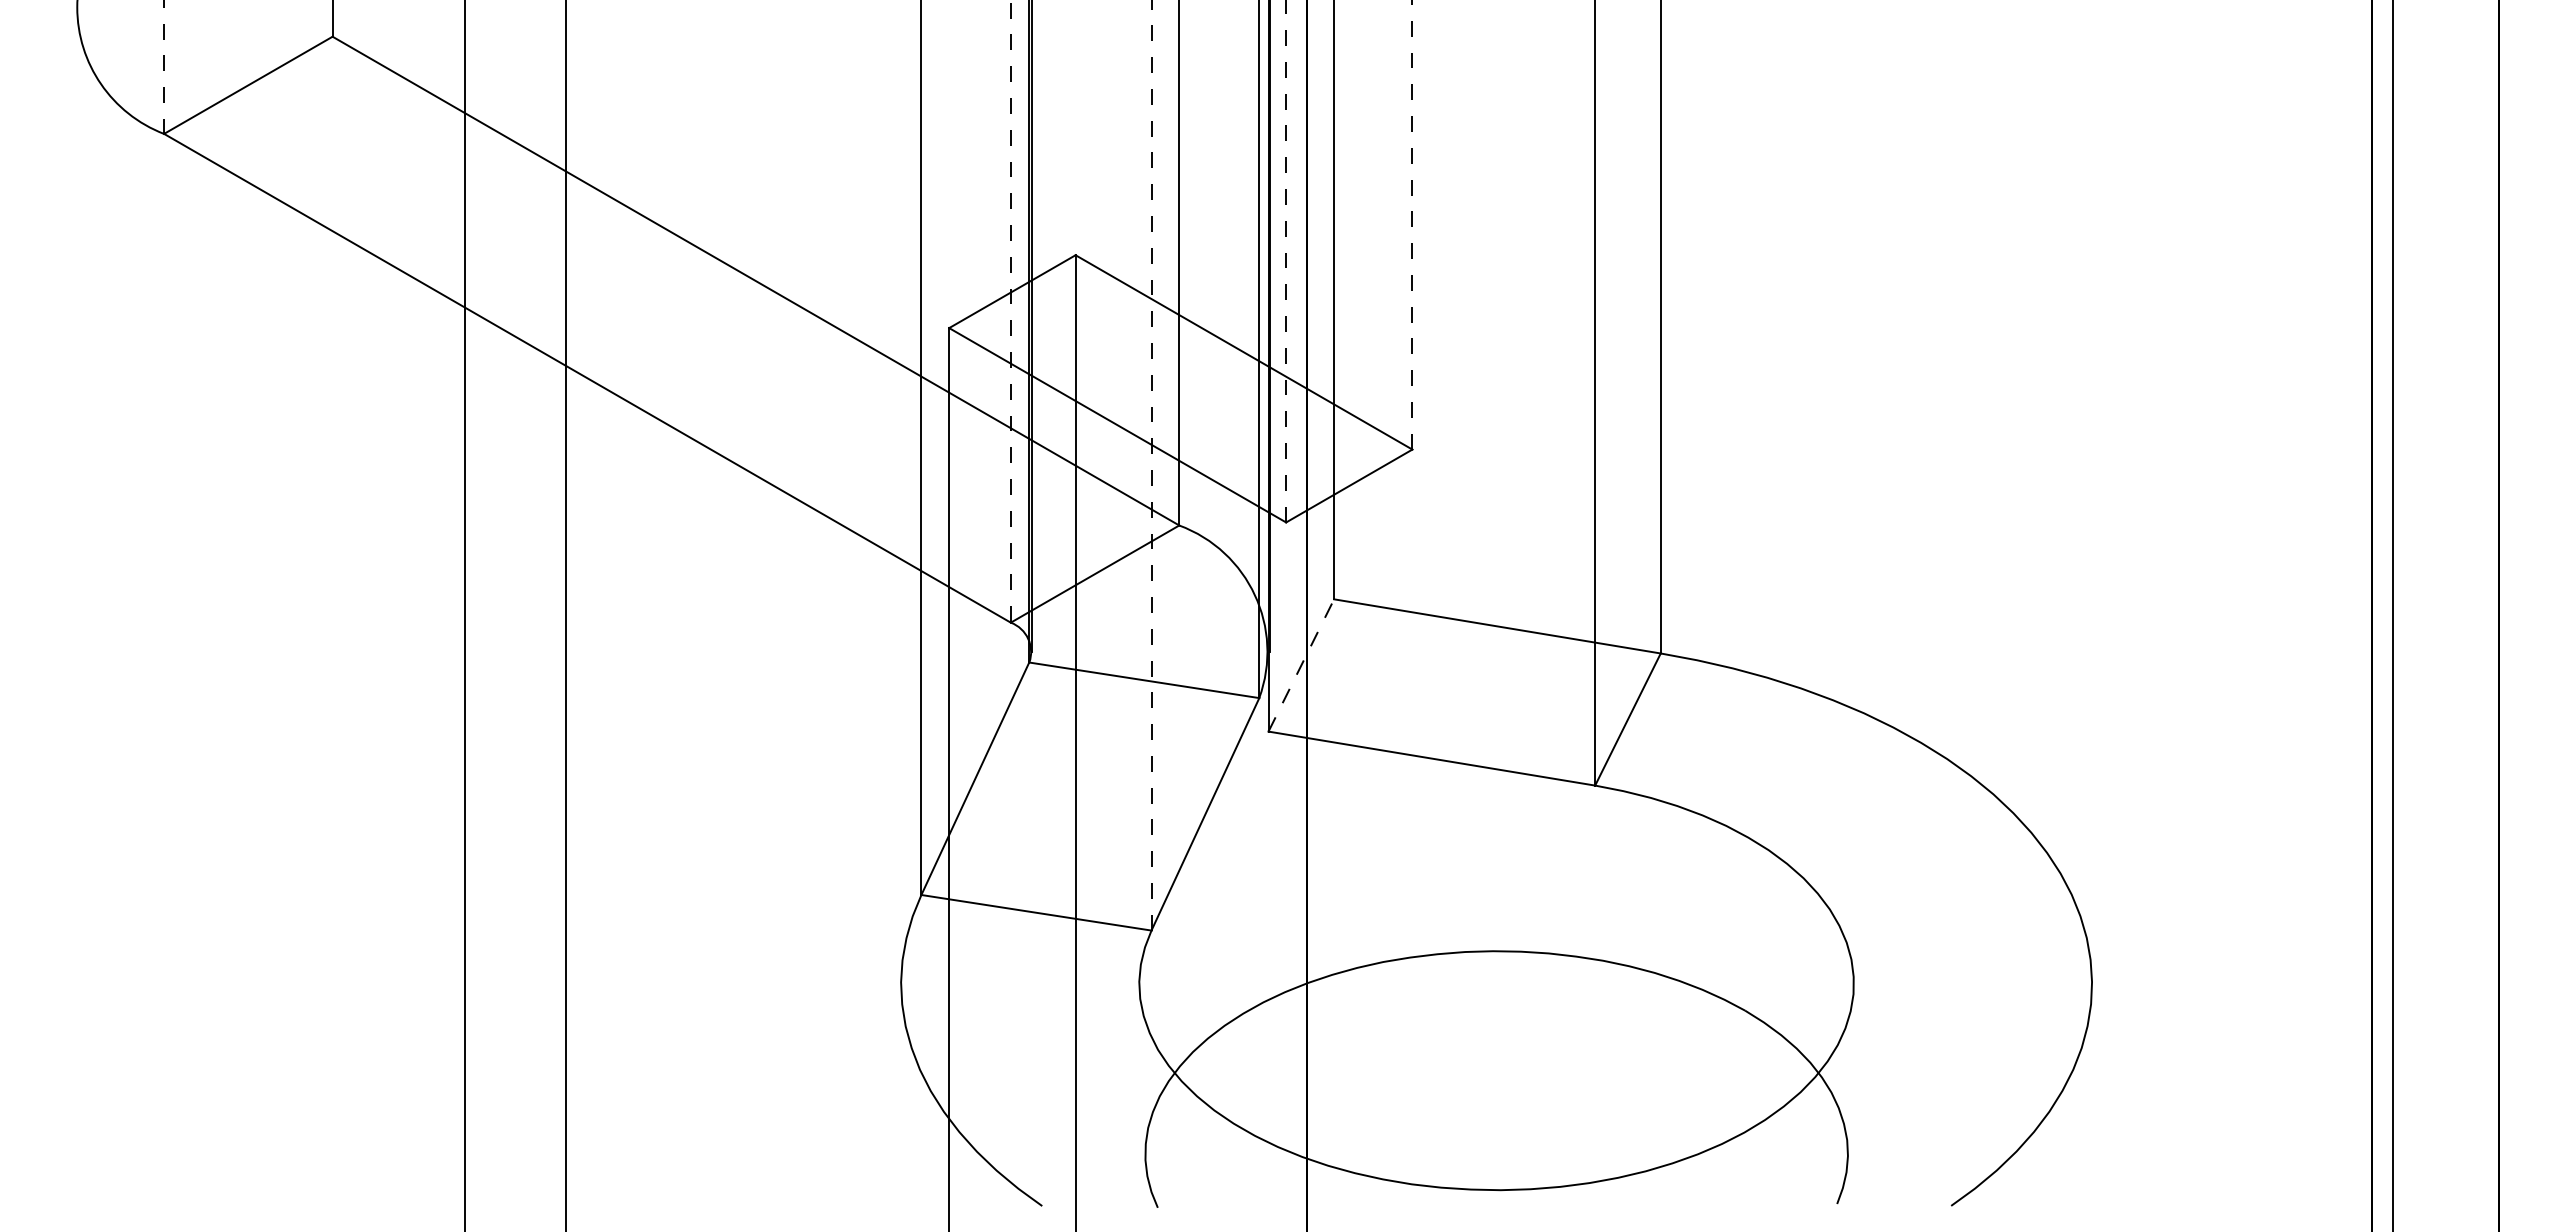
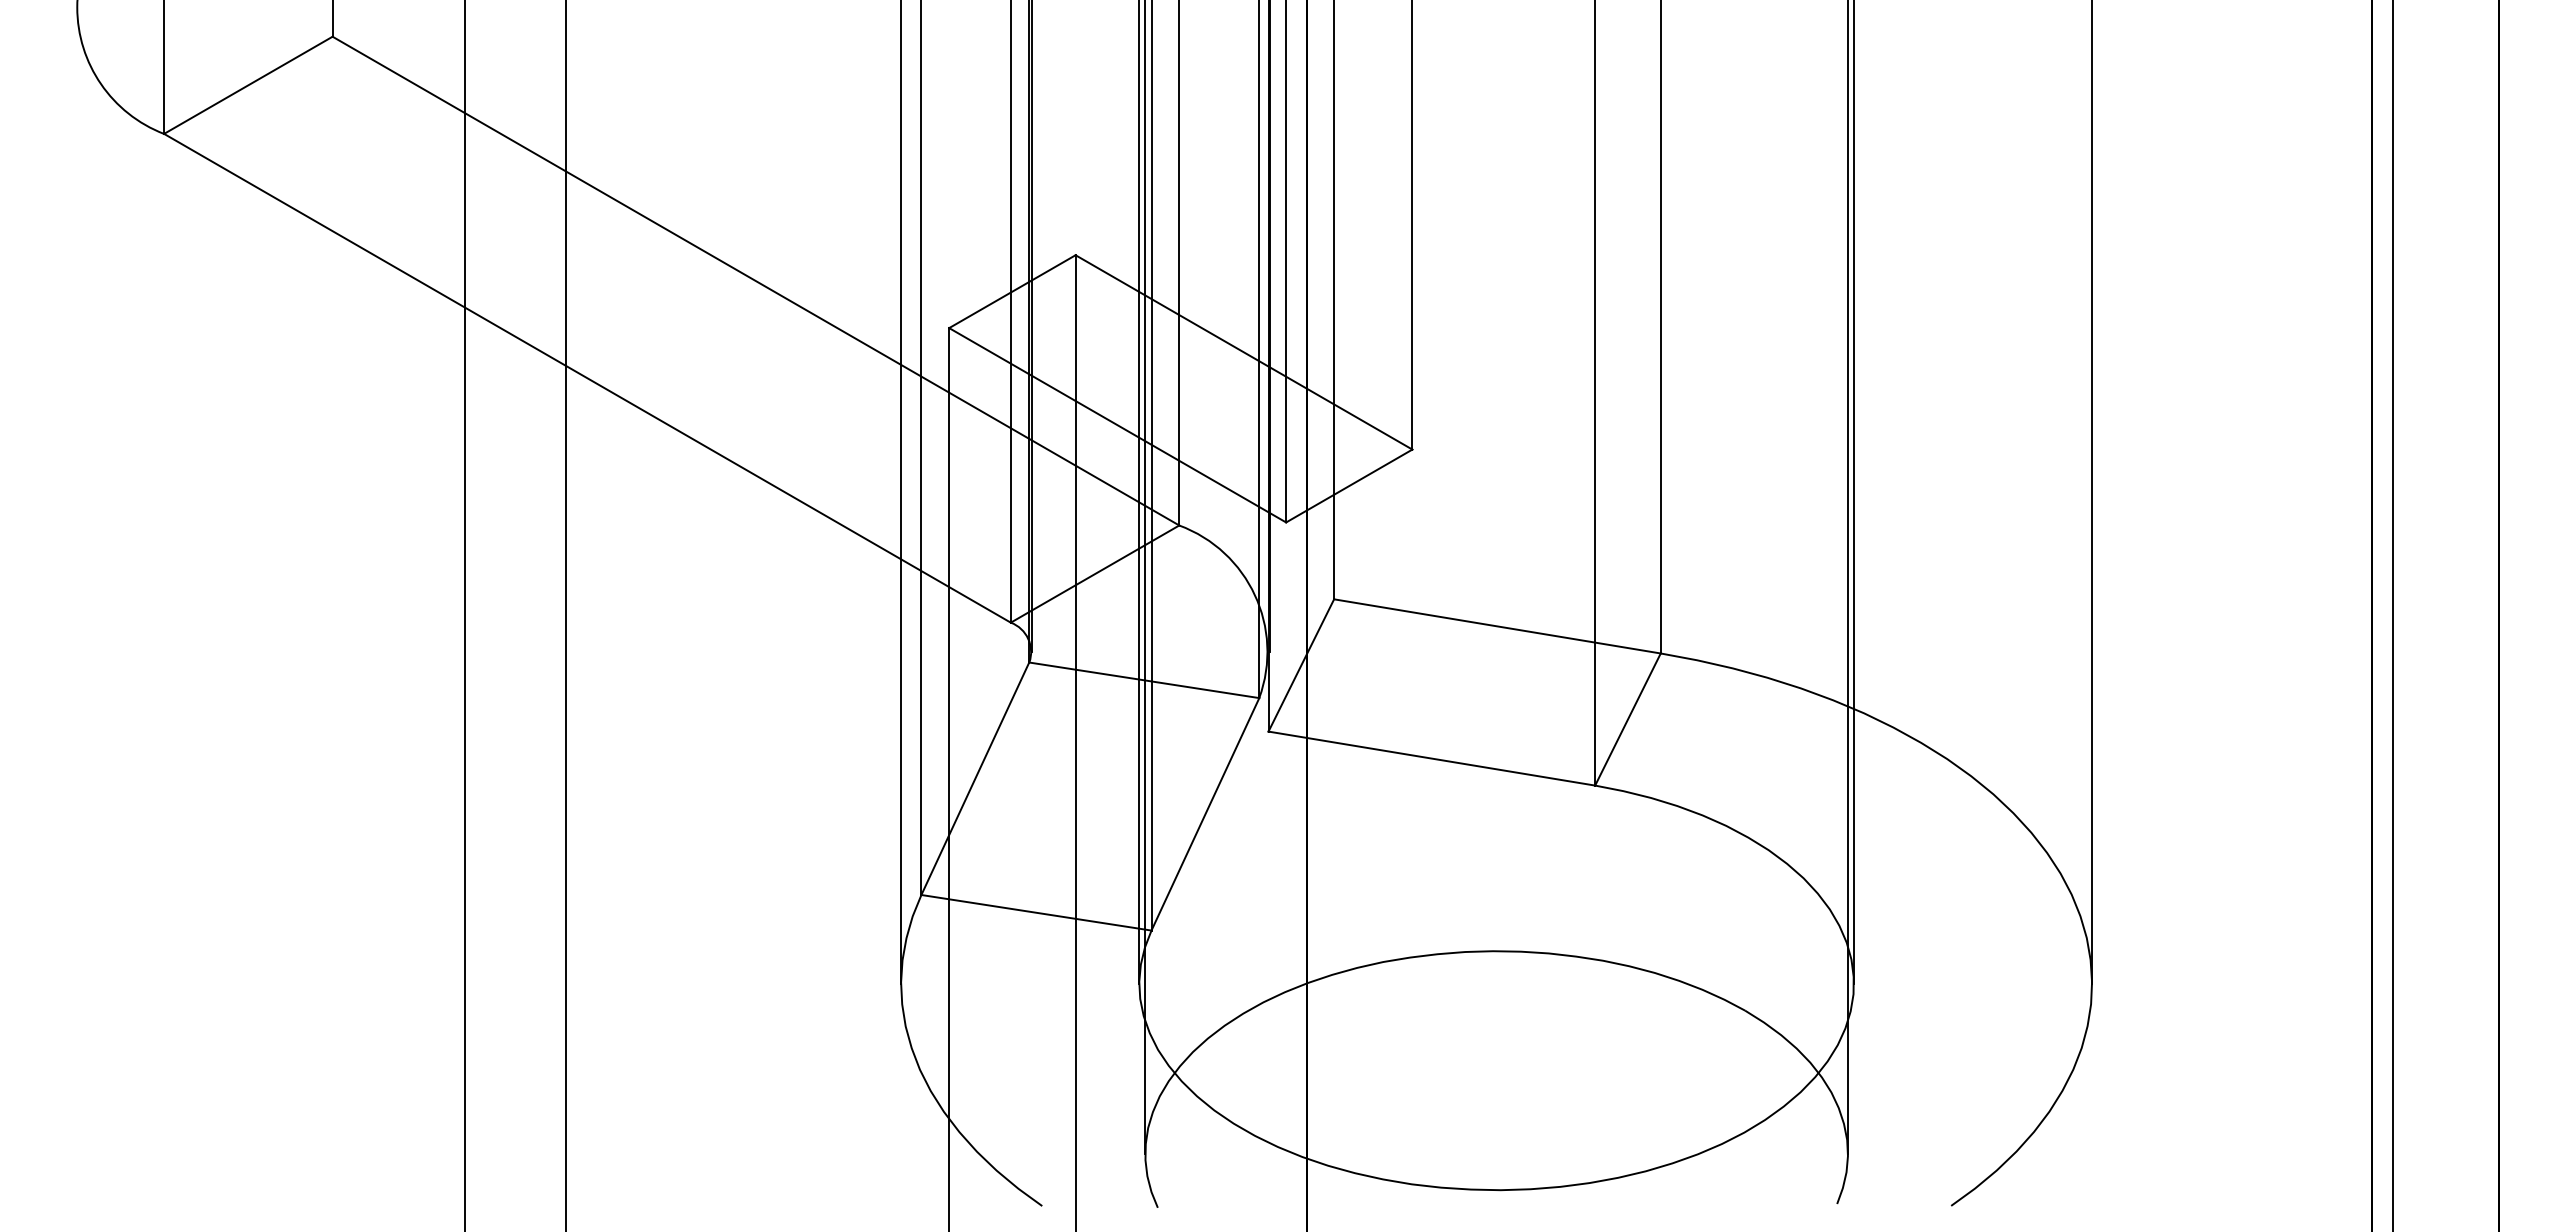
line at (164, 67): dashed -> solid
line at (1412, 224): dashed -> solid
line at (1286, 261): dashed -> solid
line at (1010, 311): dashed -> solid
line at (1151, 465): dashed -> solid
line at (901, 492): none -> present
line at (1139, 492): none -> present
line at (1853, 492): none -> present
line at (2092, 492): none -> present
line at (1145, 578): none -> present
line at (1847, 578): none -> present
line at (1301, 665): dashed -> solid
